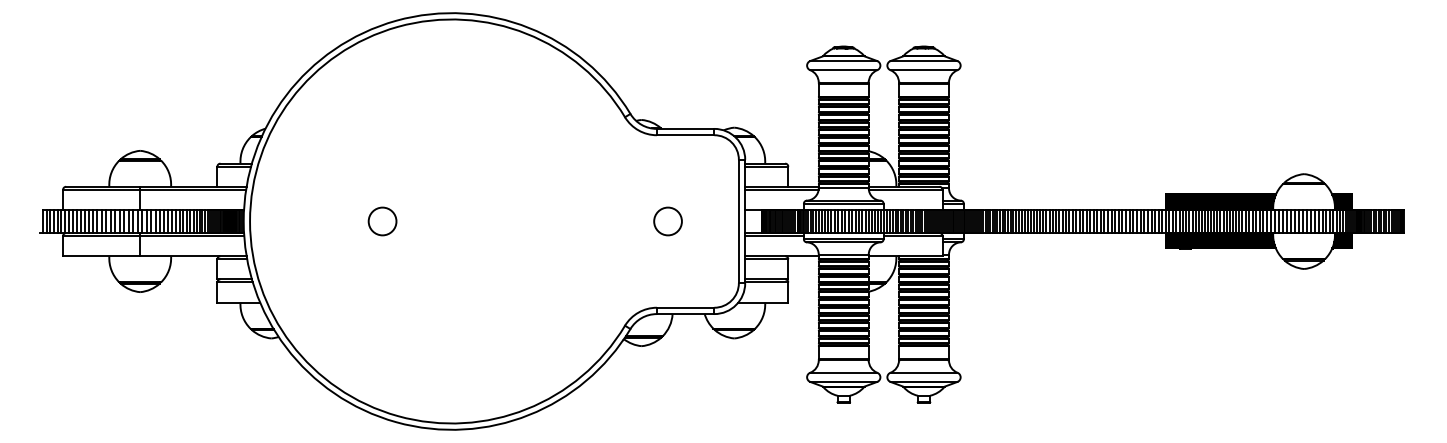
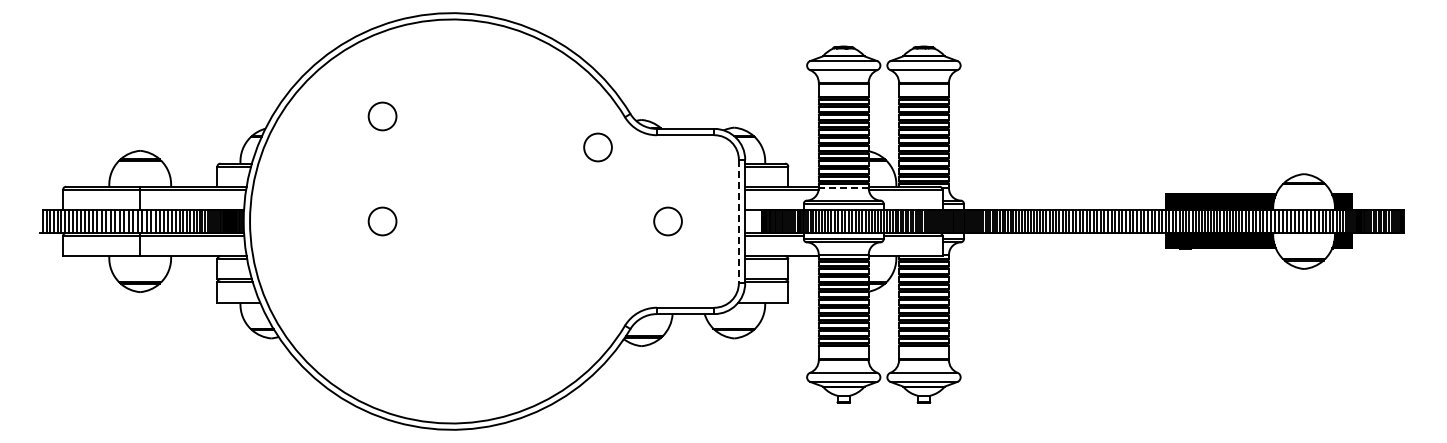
circle at (382, 116): none -> present
circle at (597, 147): none -> present
line at (843, 188): solid -> dashed
line at (738, 221): solid -> dashed
